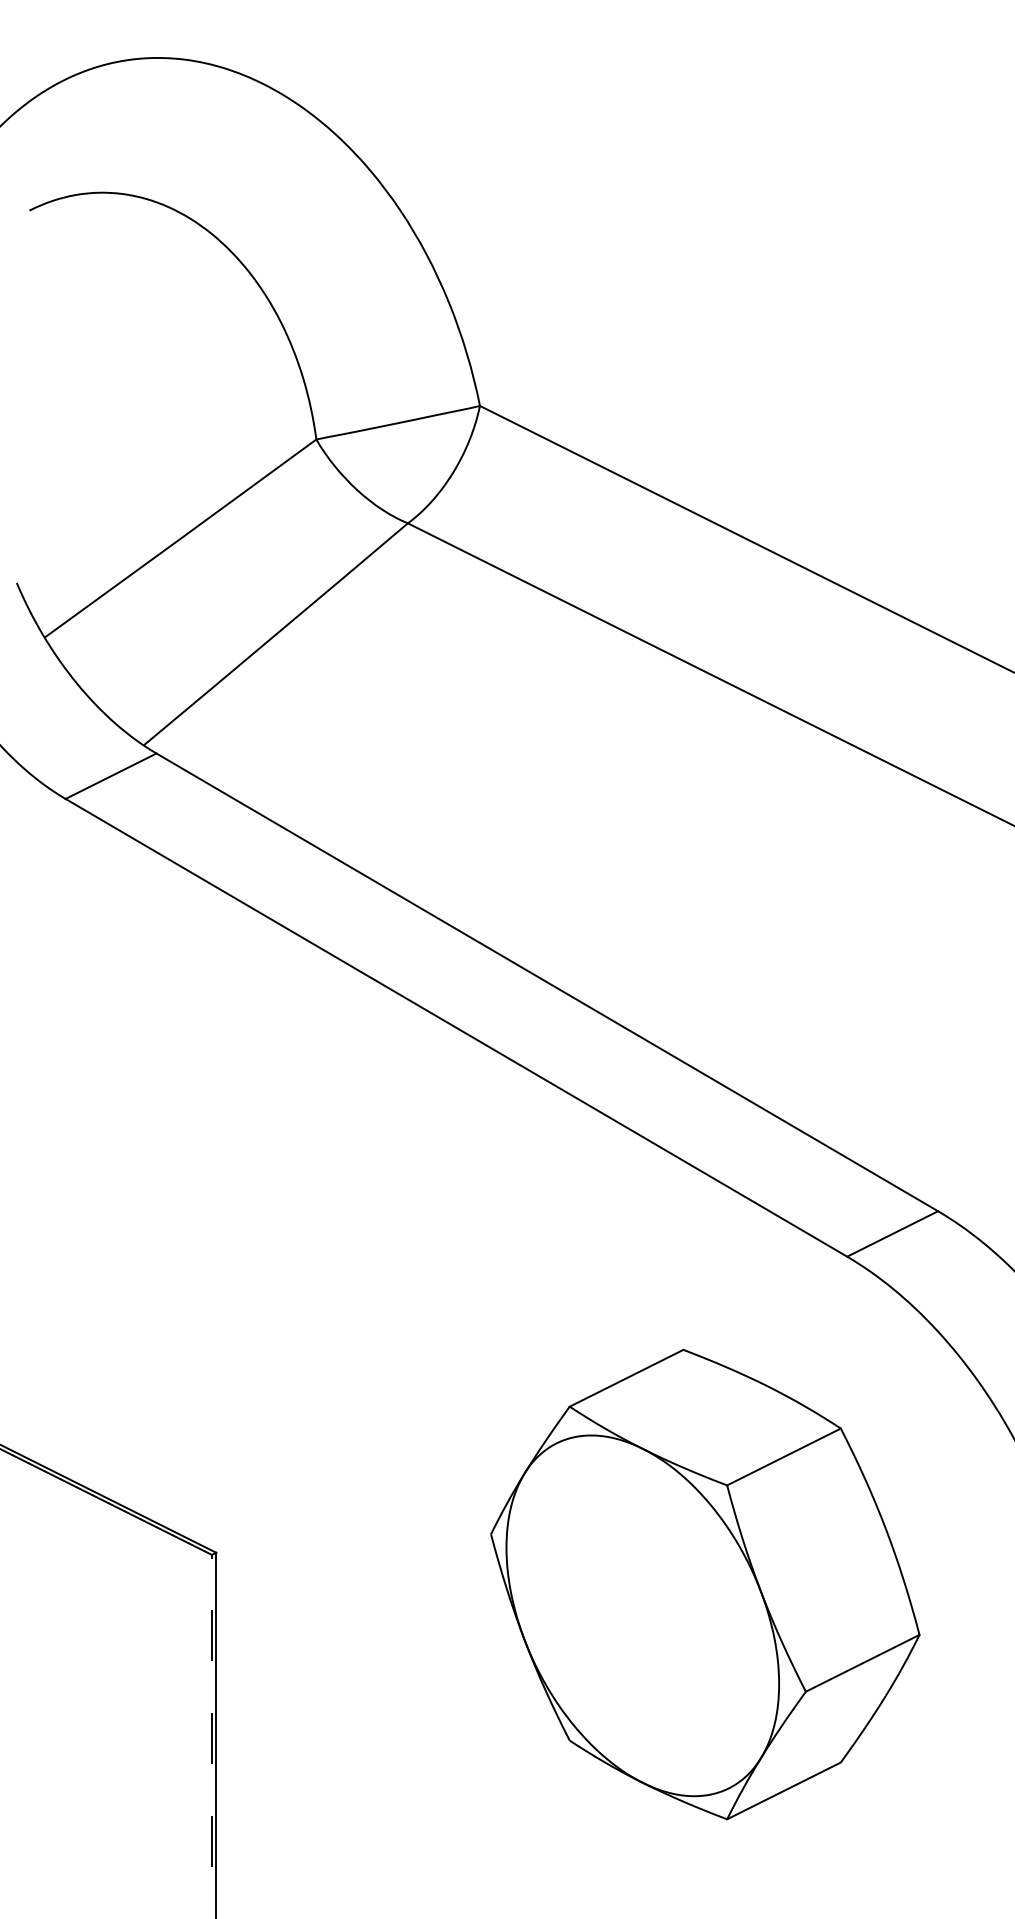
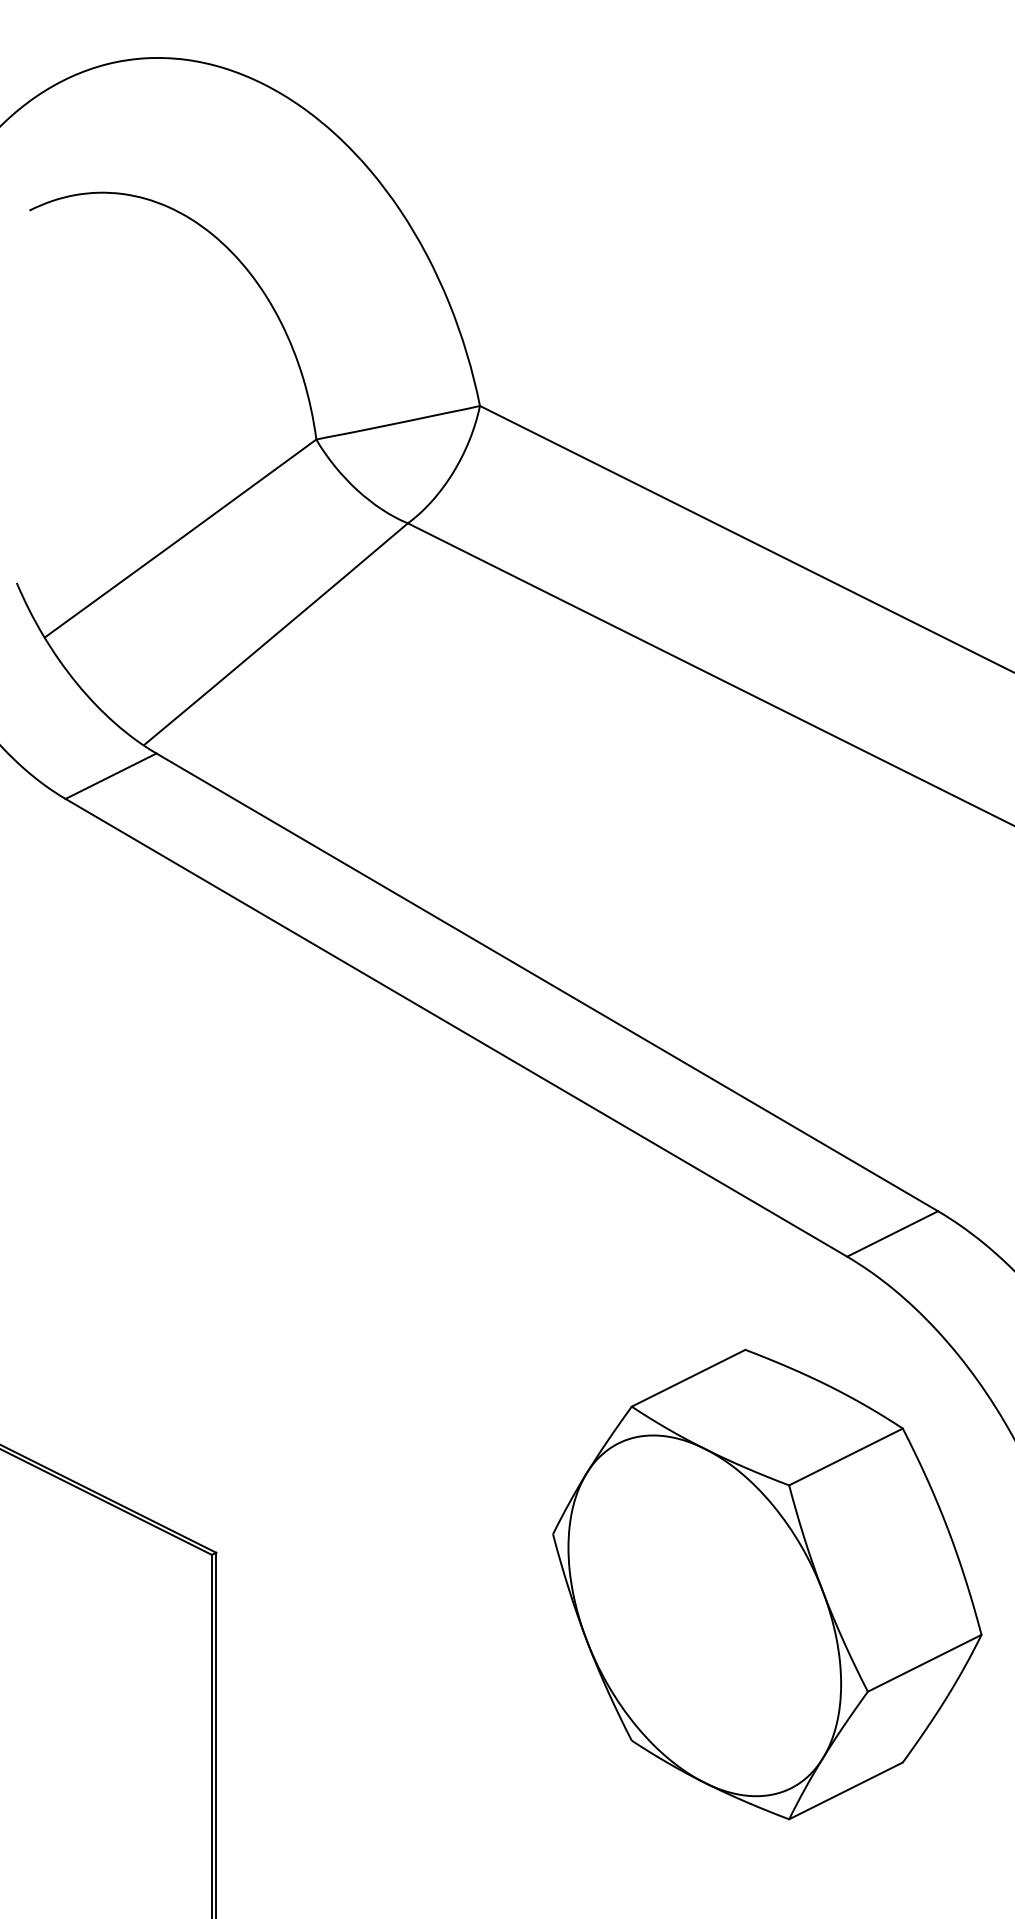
part at (705, 1584) position: (705, 1584) -> (767, 1584)
line at (211, 1736): dashed -> solid
